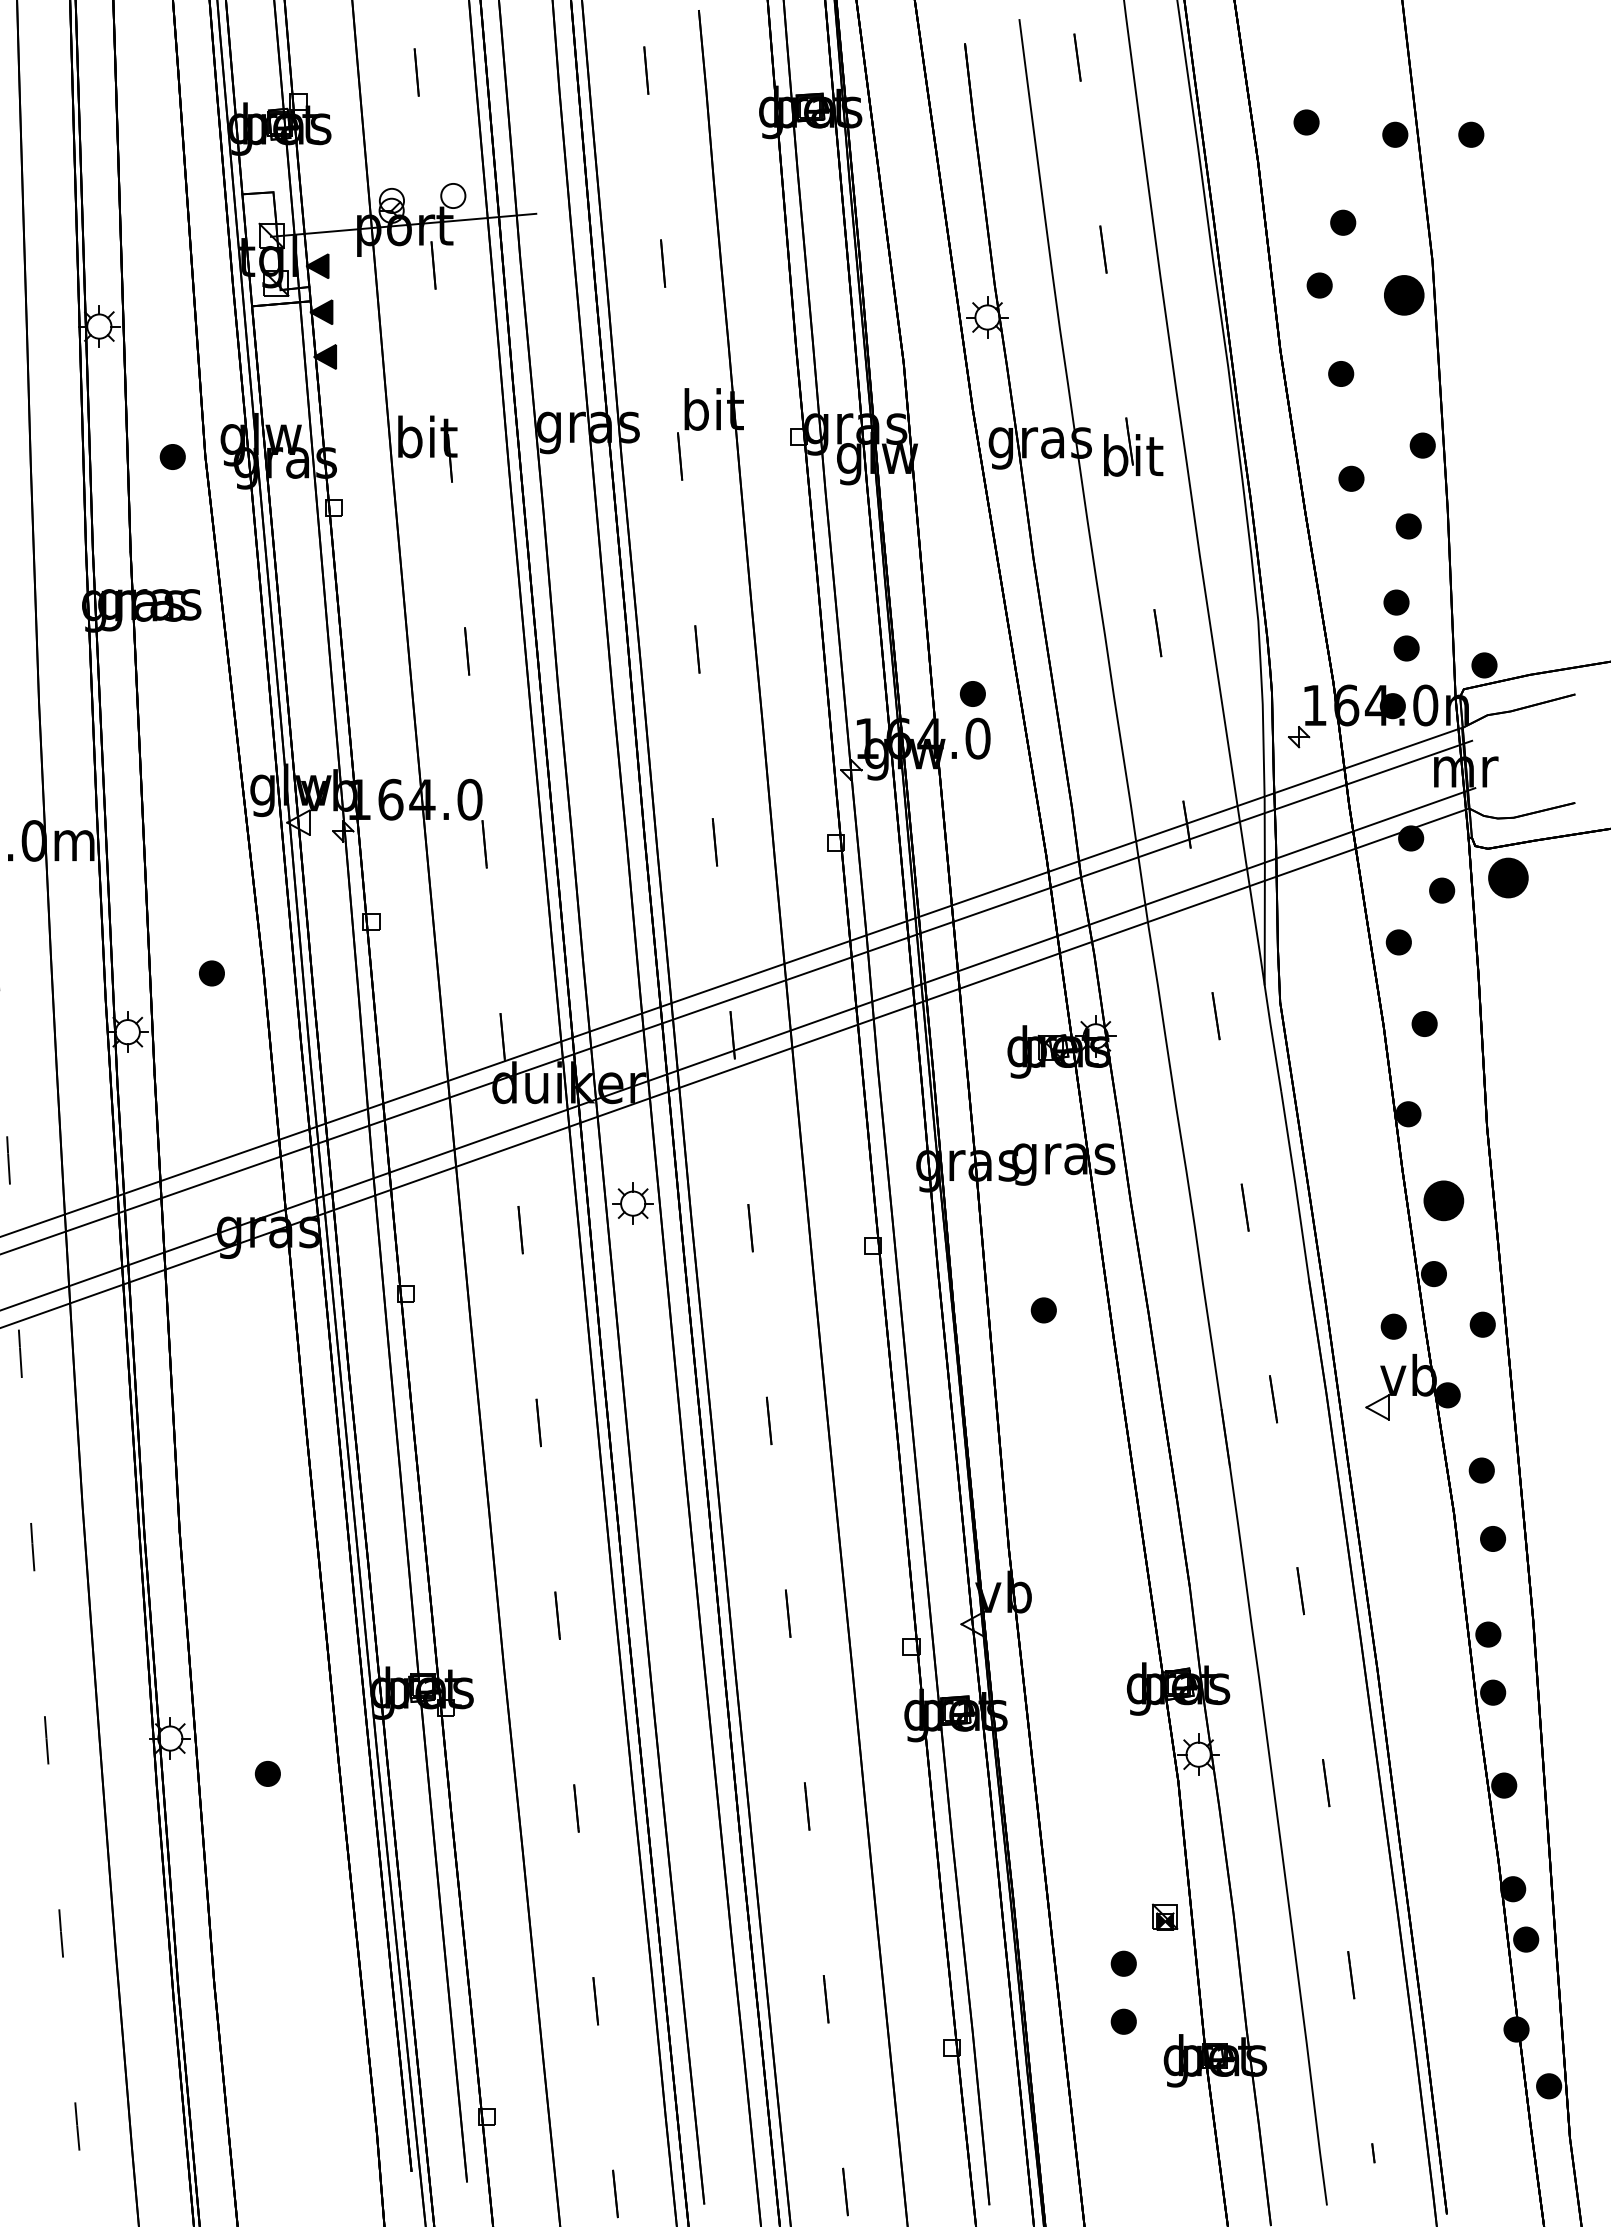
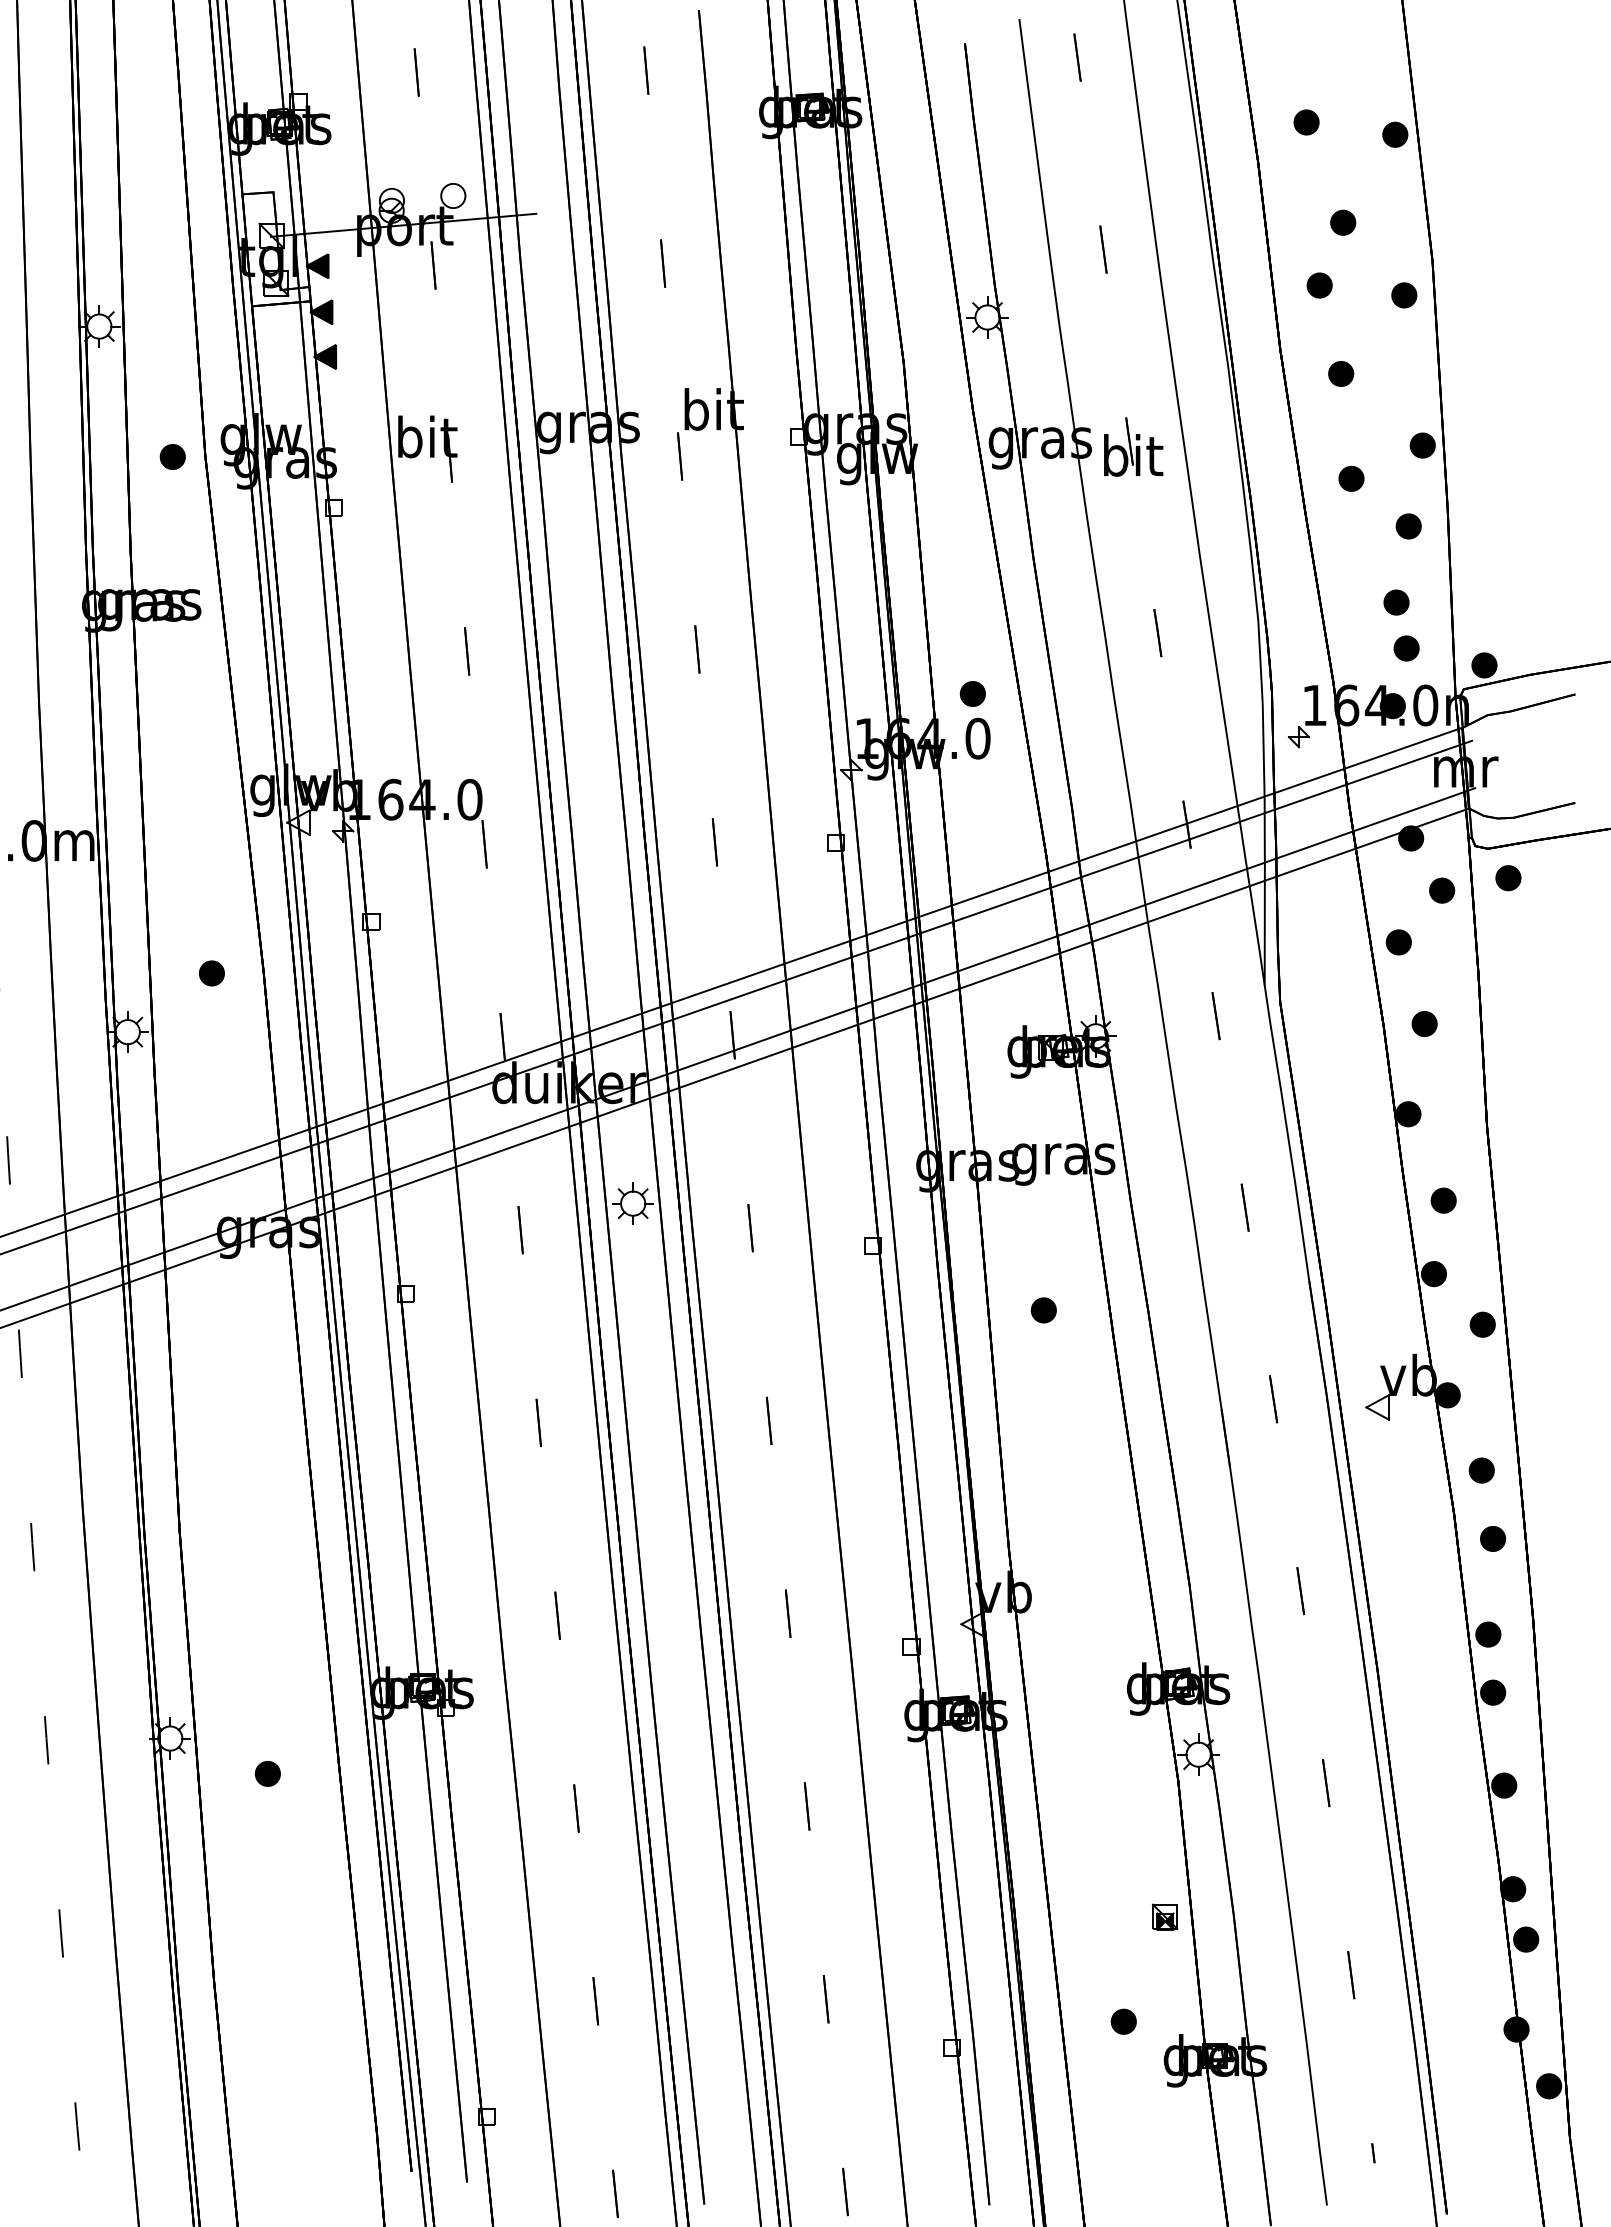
part at (1471, 134): present -> none
part at (1404, 295) size: 41x41 px -> 27x27 px
part at (1508, 877) size: 41x42 px -> 27x27 px
part at (1443, 1200) size: 42x42 px -> 27x27 px
part at (1393, 1326): present -> none
part at (1123, 1963): present -> none
